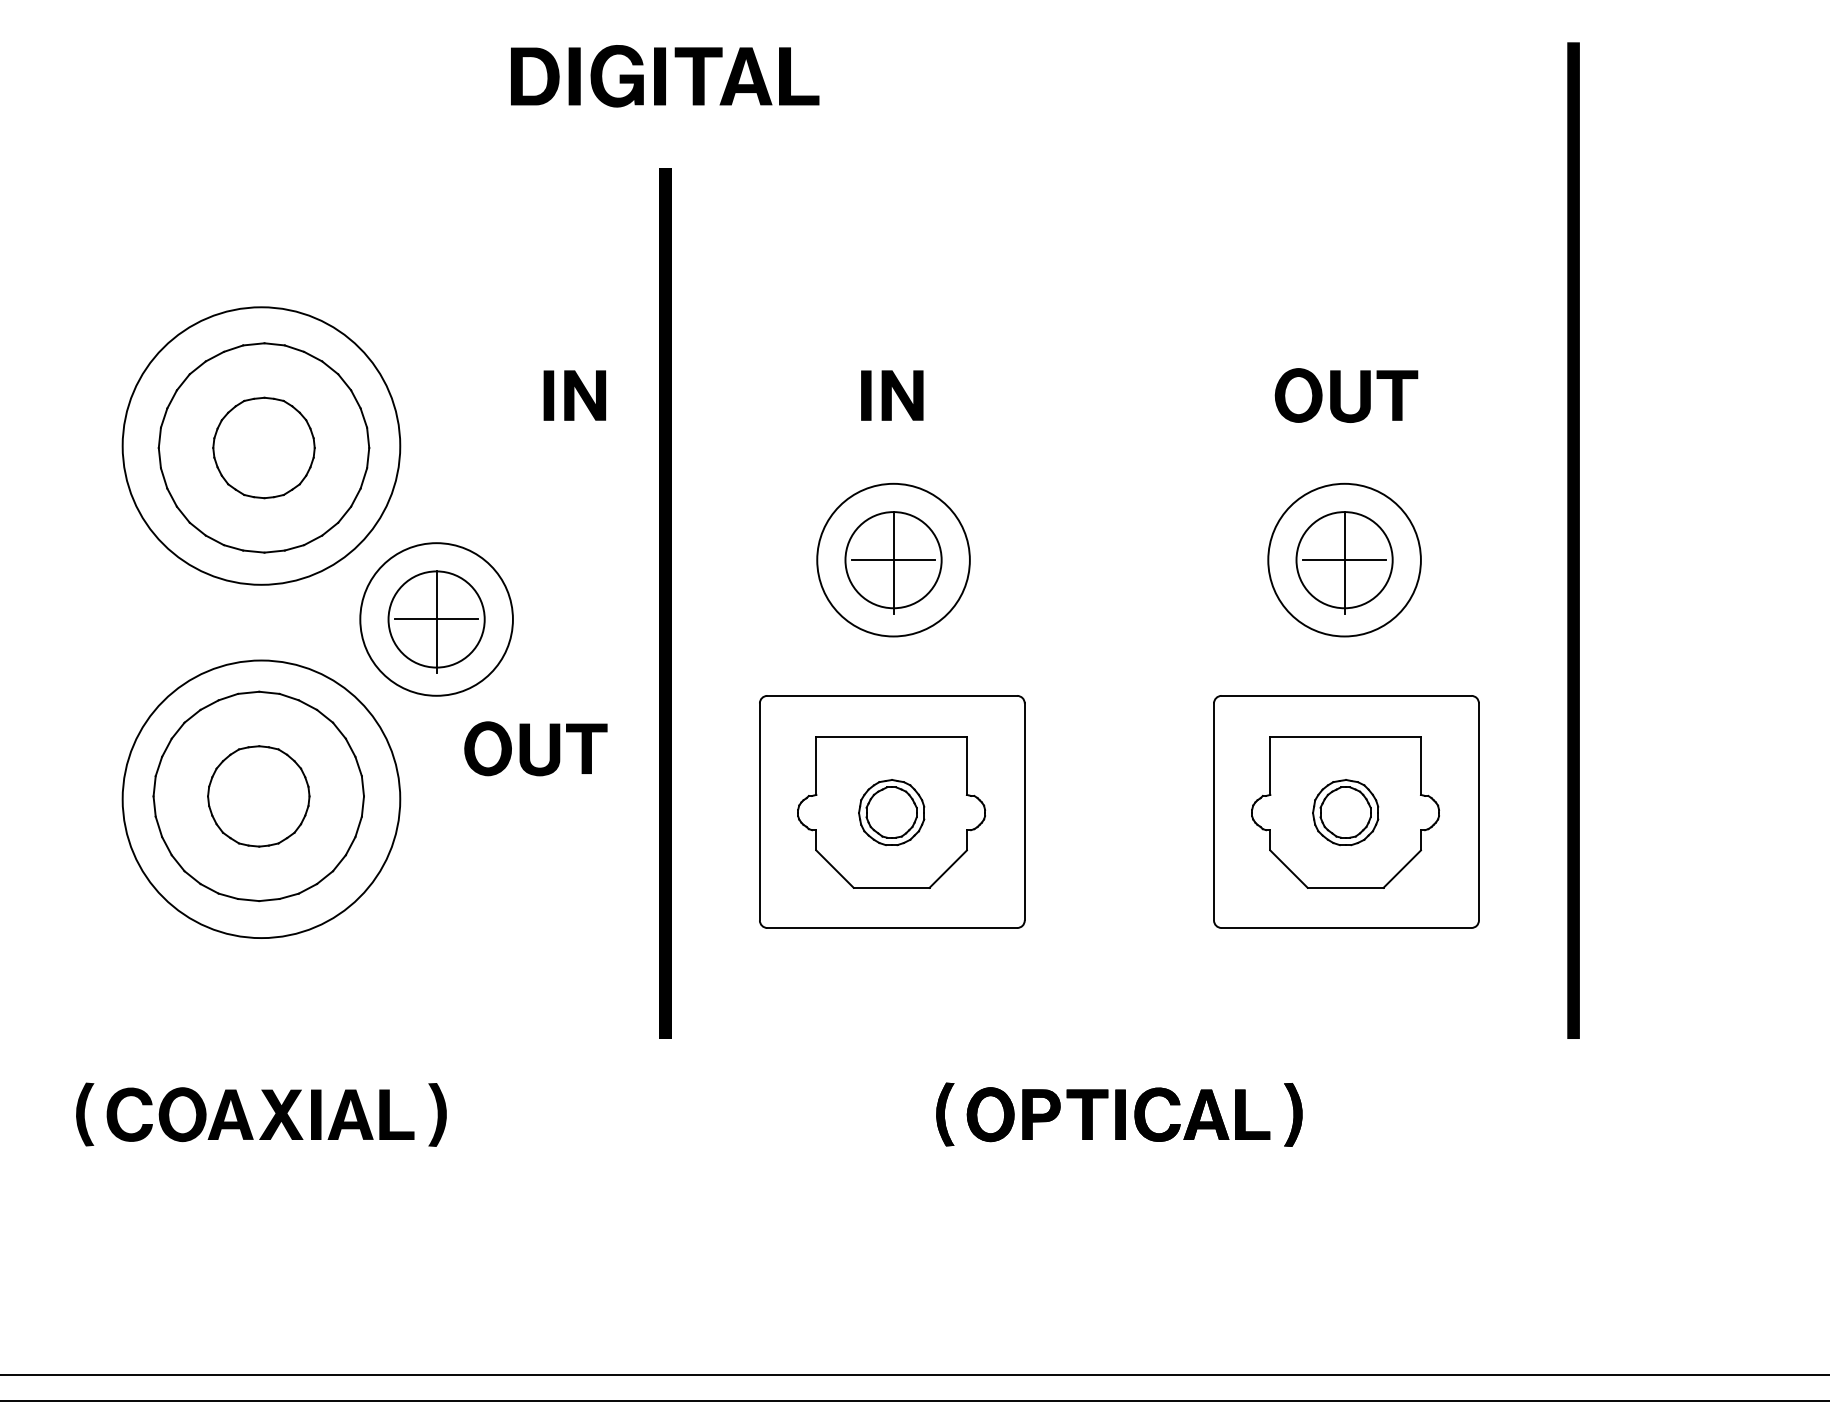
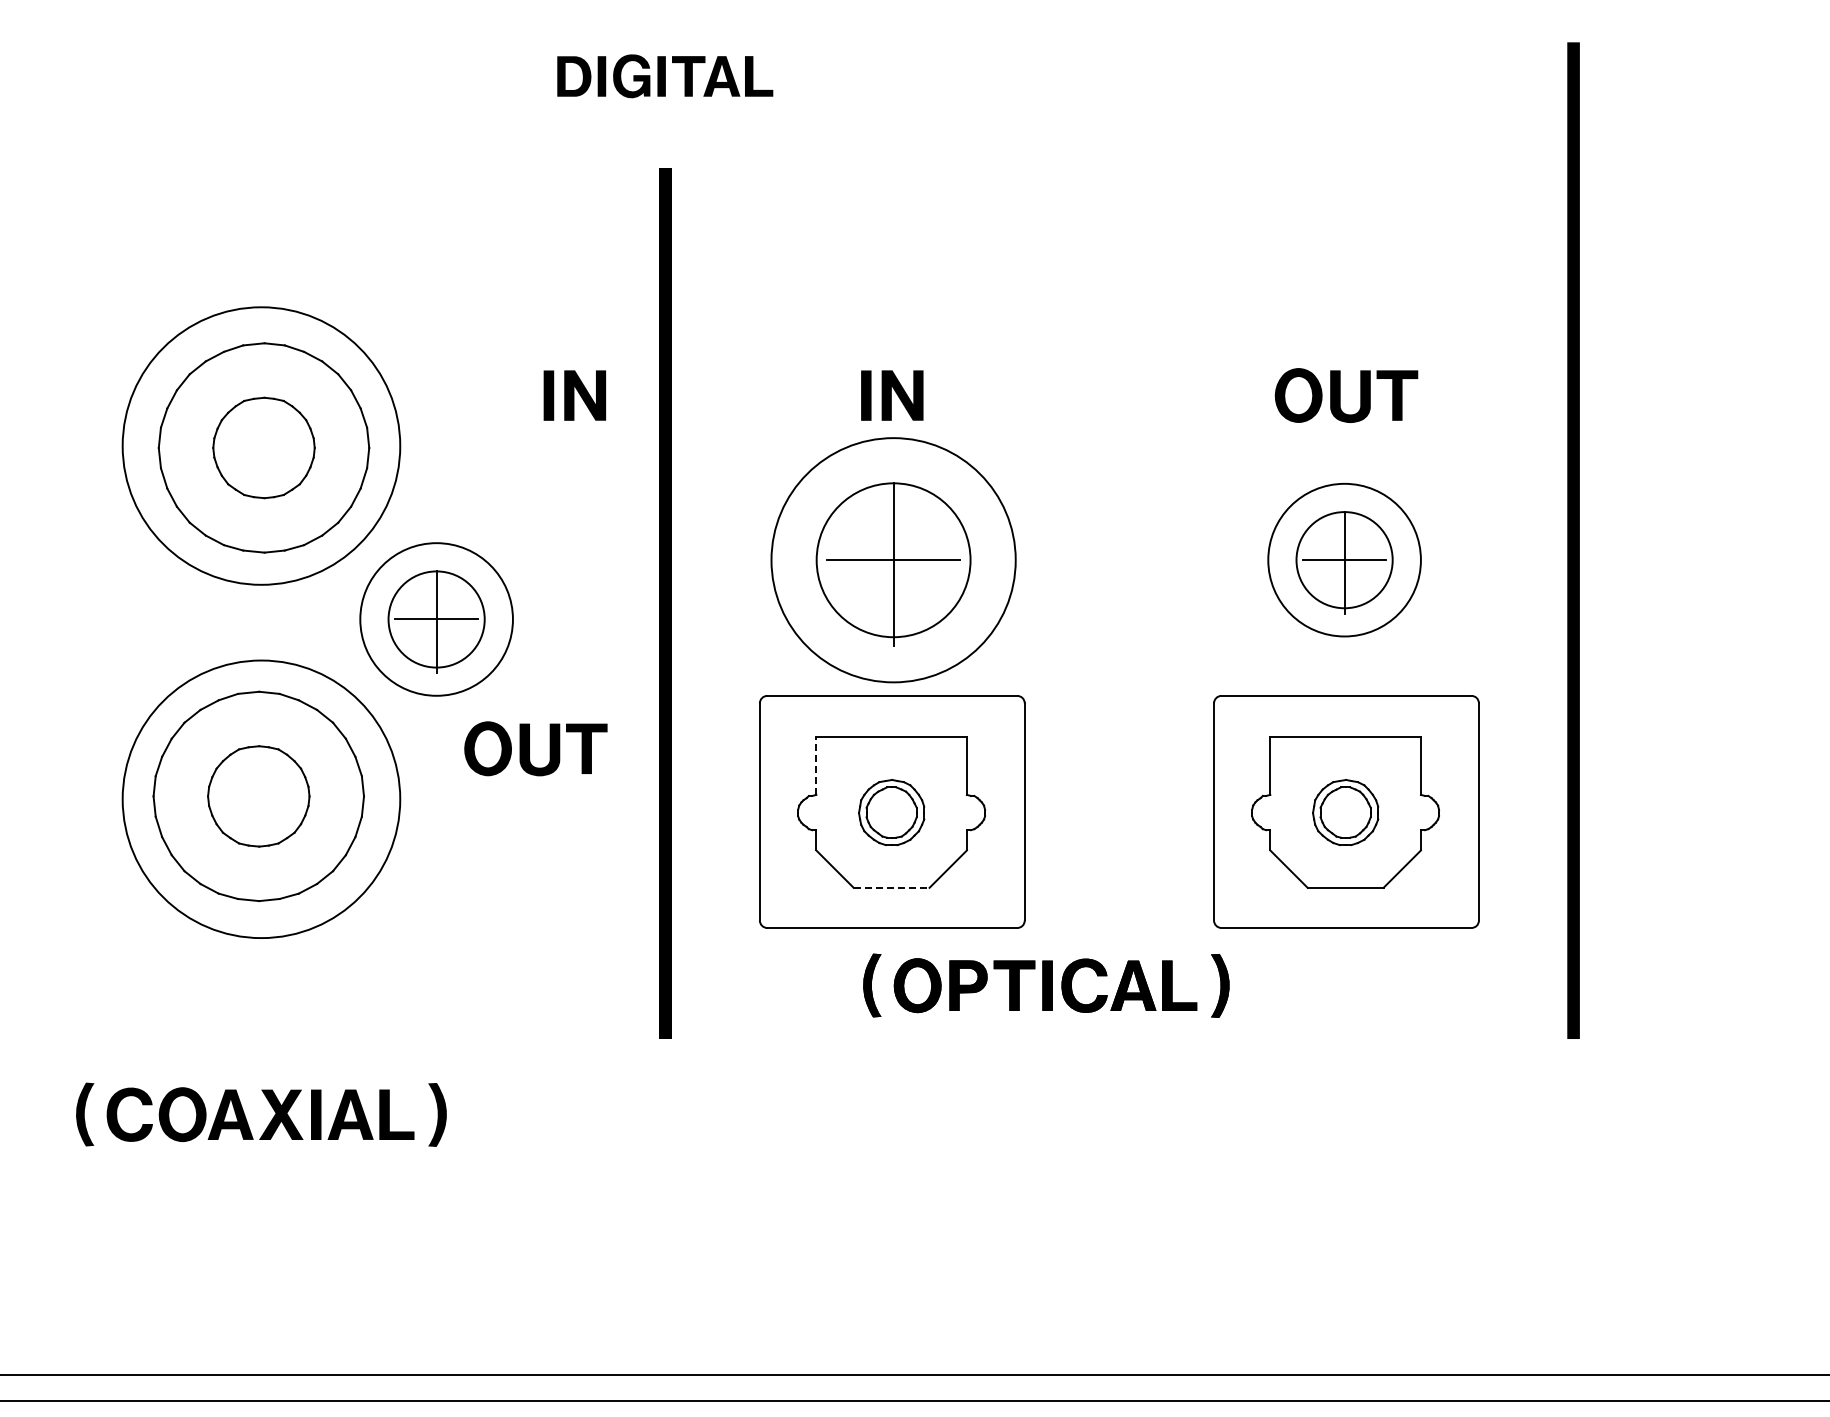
part at (665, 76) size: 309x63 px -> 217x45 px
part at (893, 559) size: 155x156 px -> 247x247 px
line at (816, 766): solid -> dashed
line at (891, 887): solid -> dashed
part at (1119, 1114) position: (1119, 1114) -> (1046, 985)
